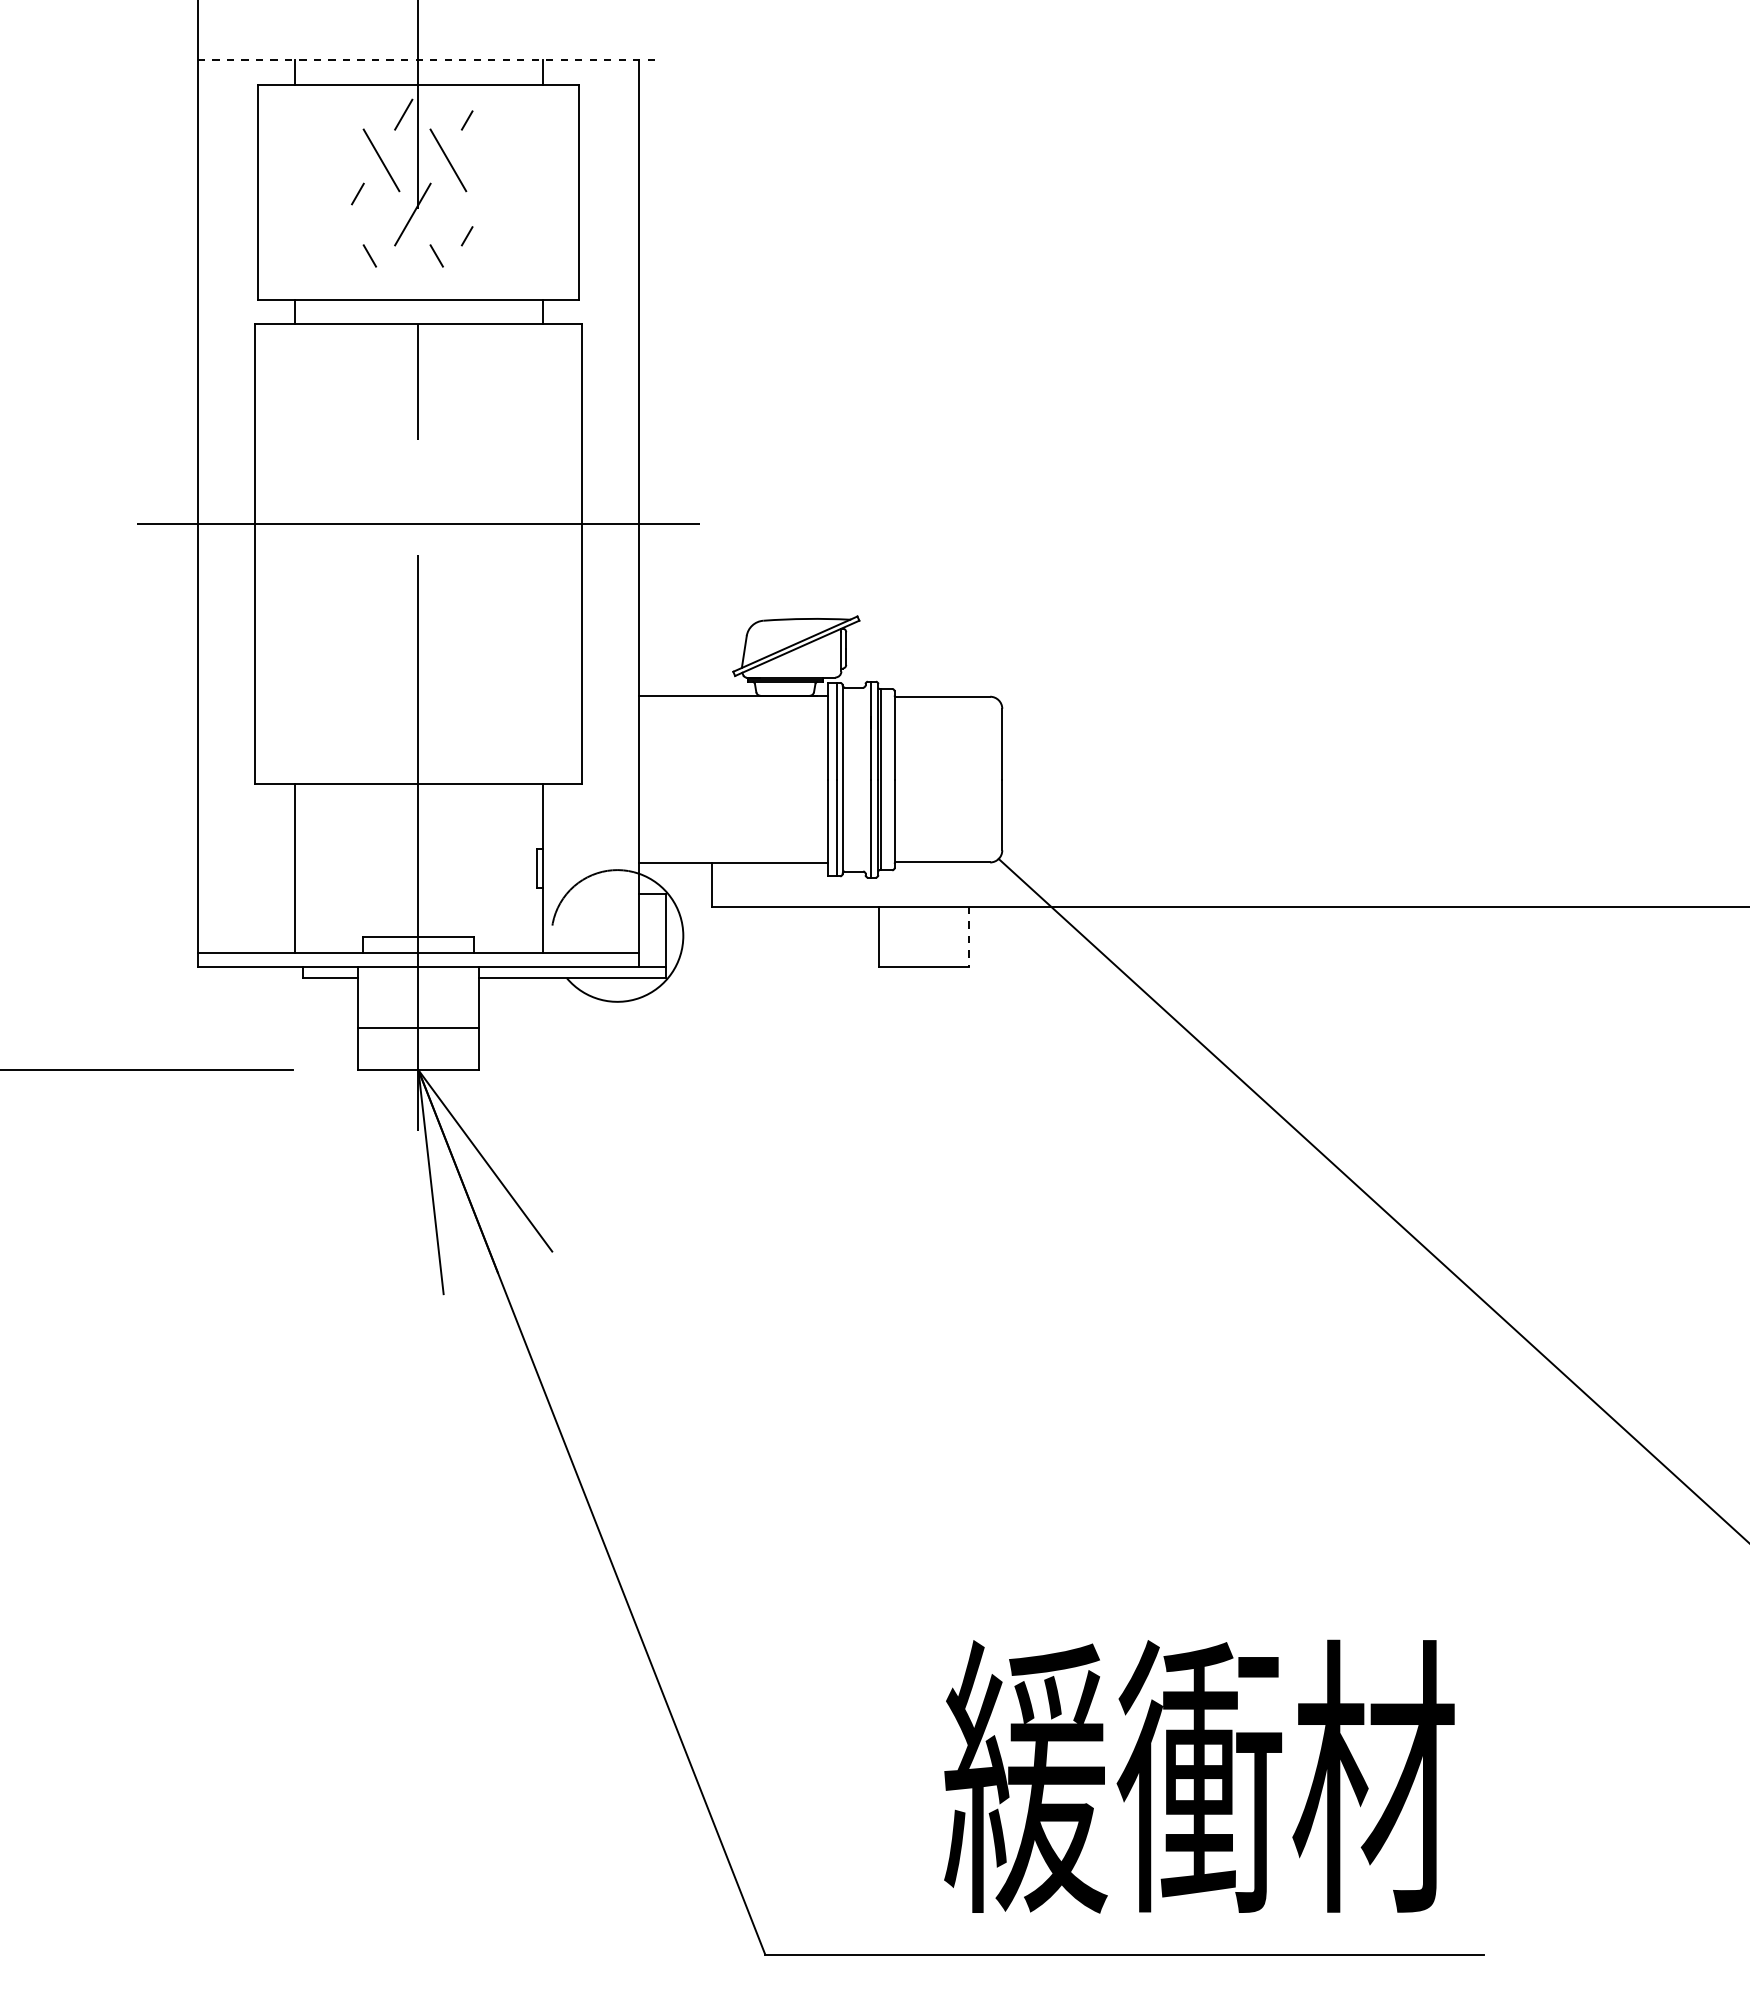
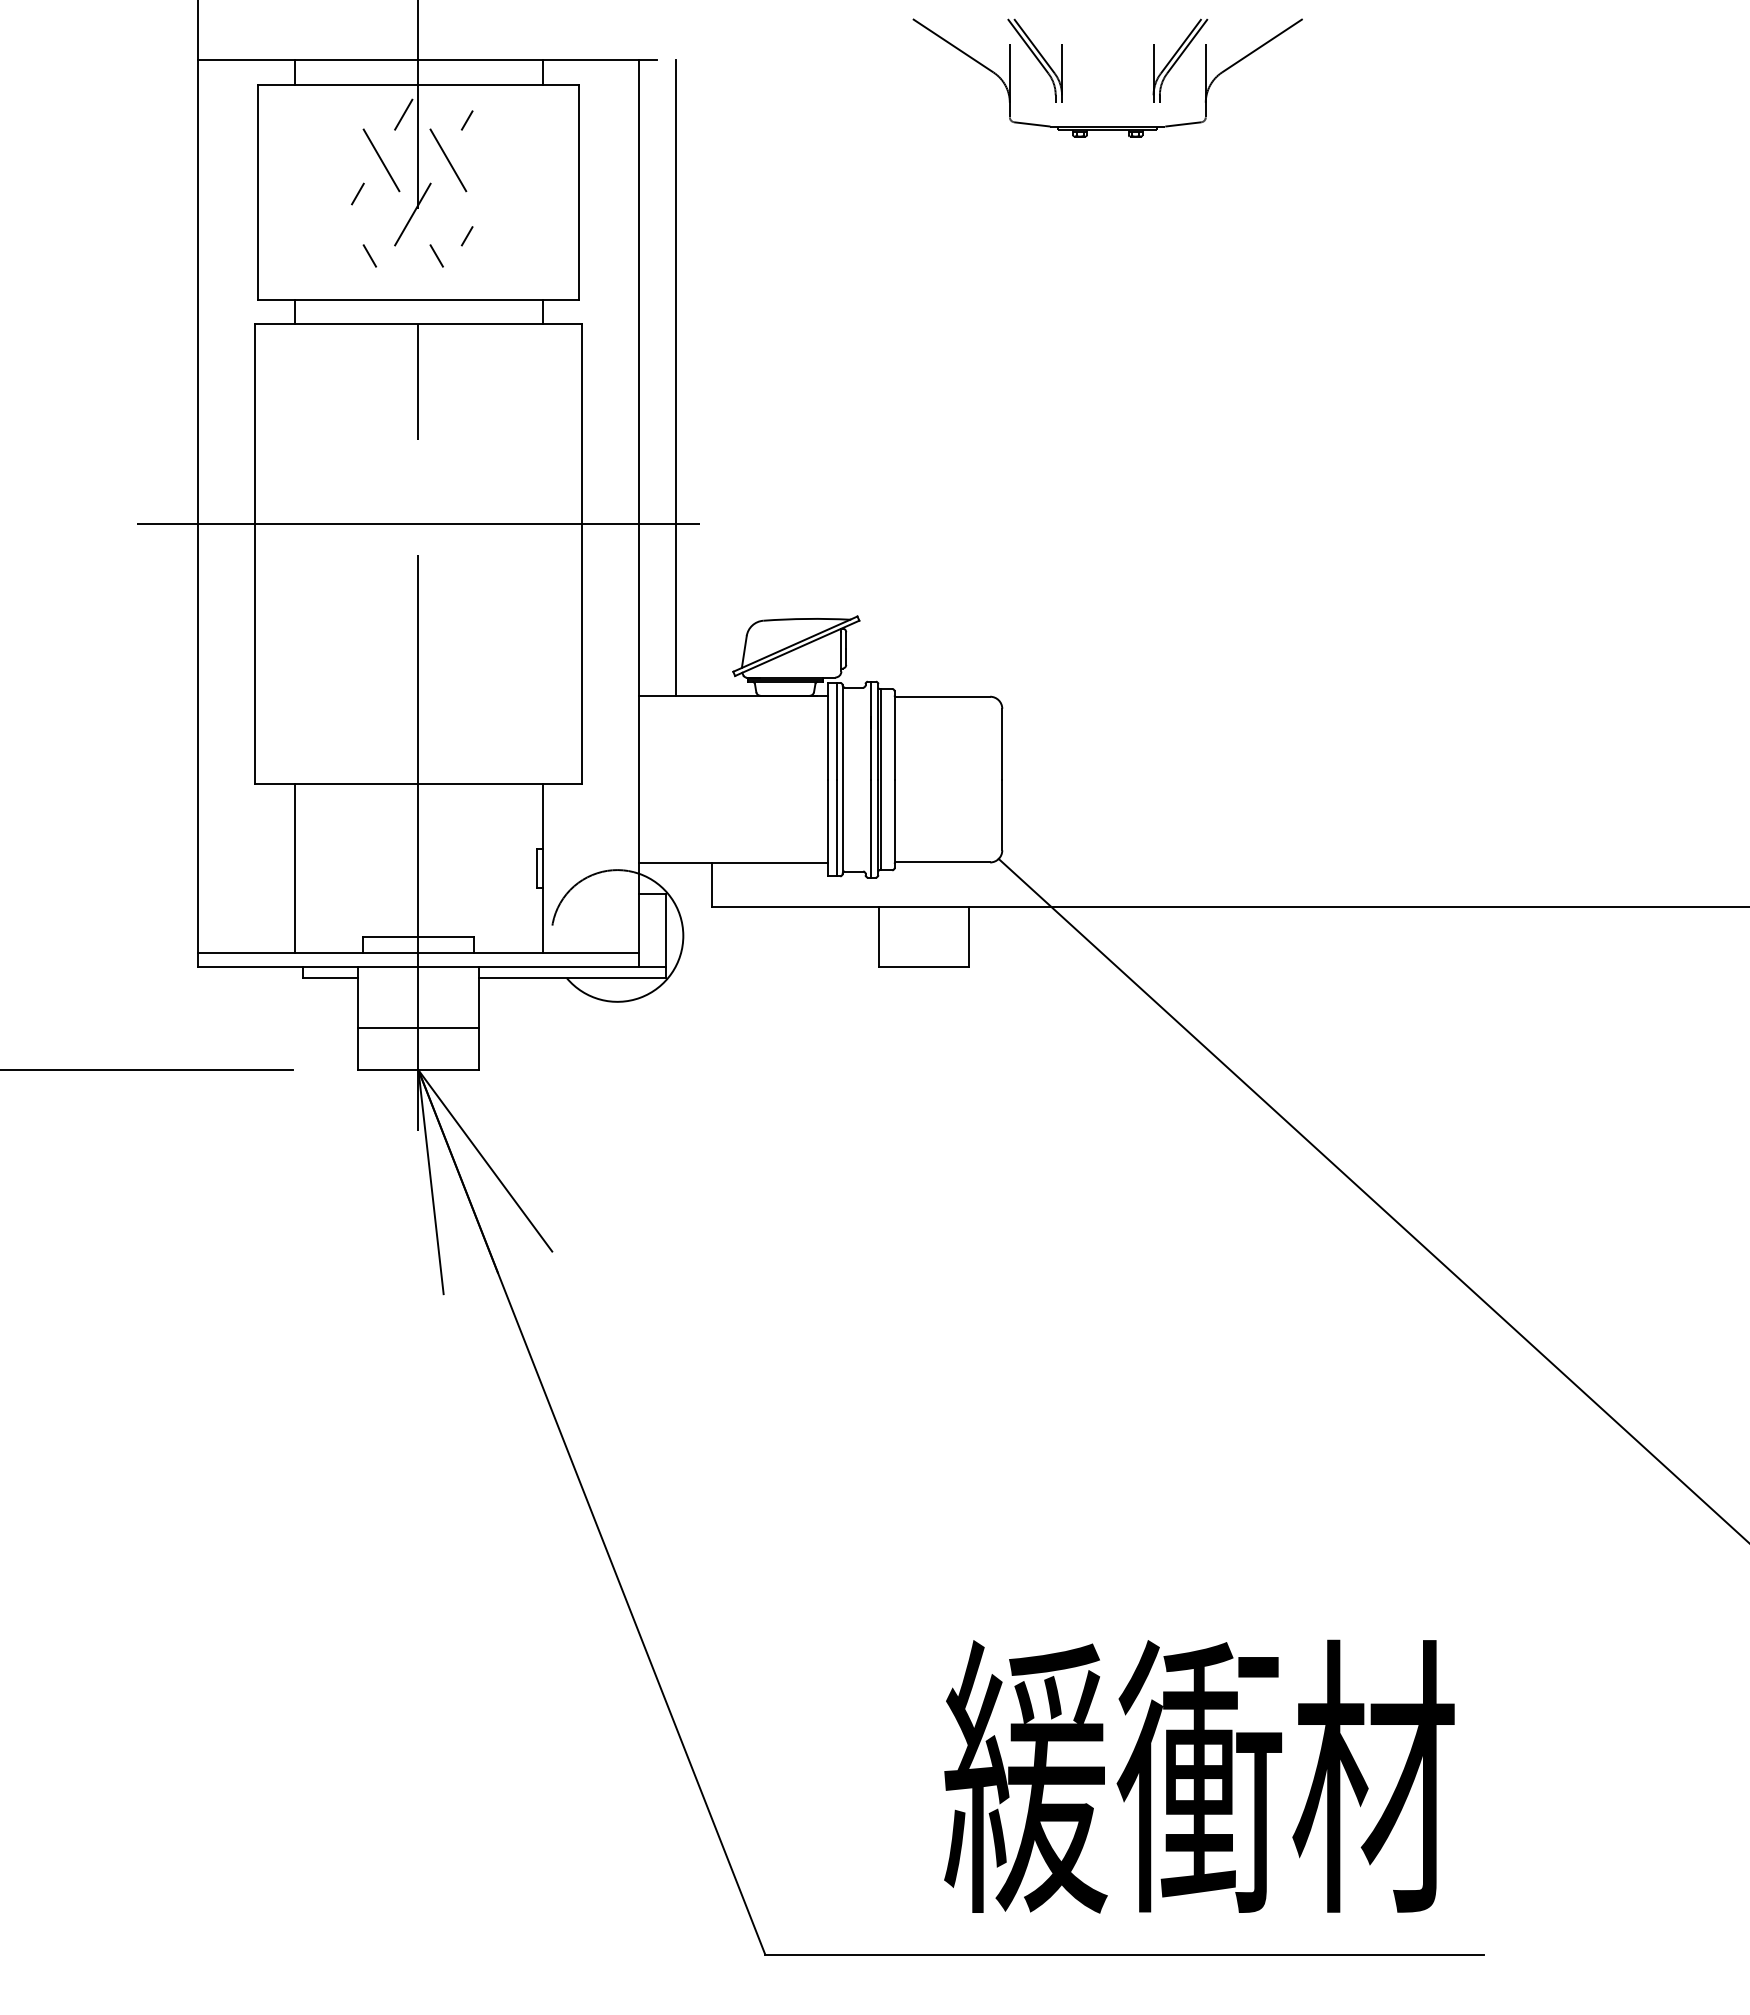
line at (427, 60): dashed -> solid
part at (1062, 77): none -> present
line at (675, 377): none -> present
line at (969, 937): dashed -> solid
